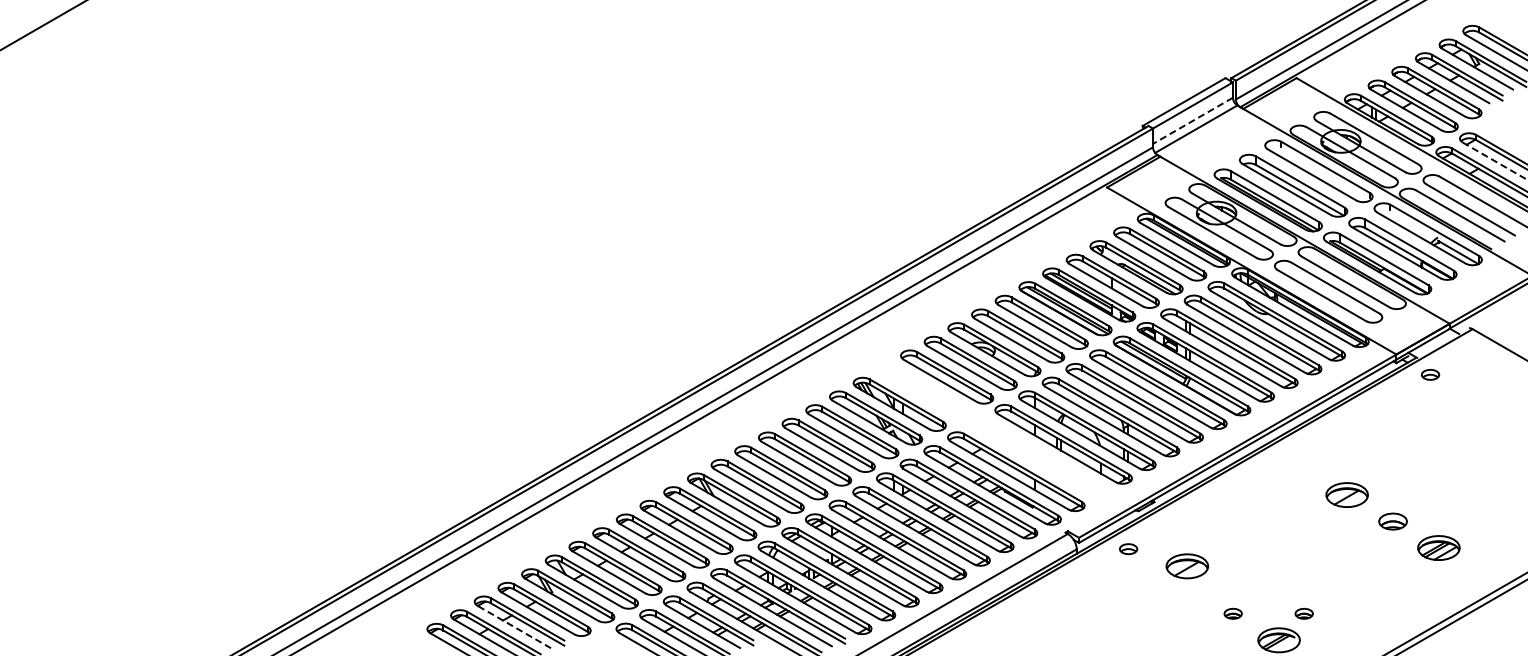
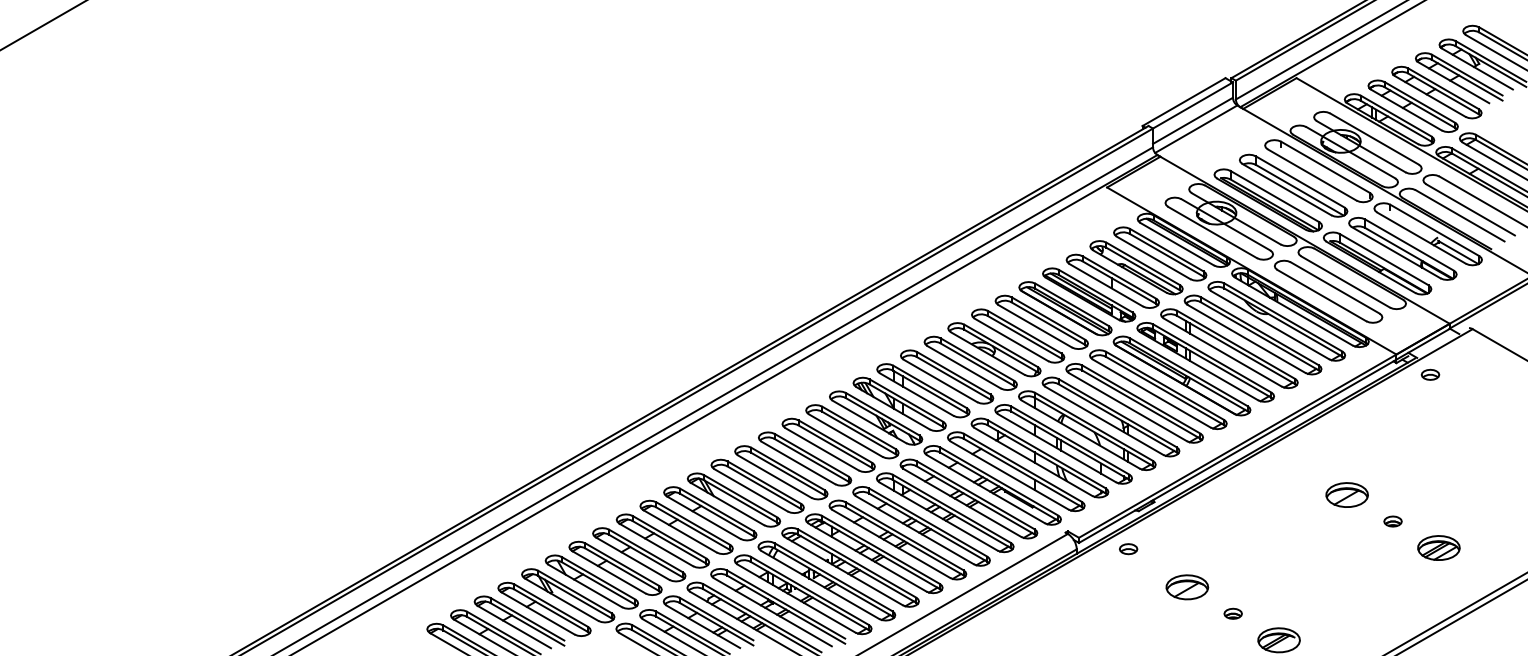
line at (1192, 121): dashed -> solid
line at (1495, 161): dashed -> solid
part at (992, 430): none -> present
part at (1392, 521) size: 30x19 px -> 20x13 px
part at (1187, 566) position: (1187, 566) -> (1187, 587)
part at (1303, 613): present -> none
line at (514, 626): dashed -> solid
